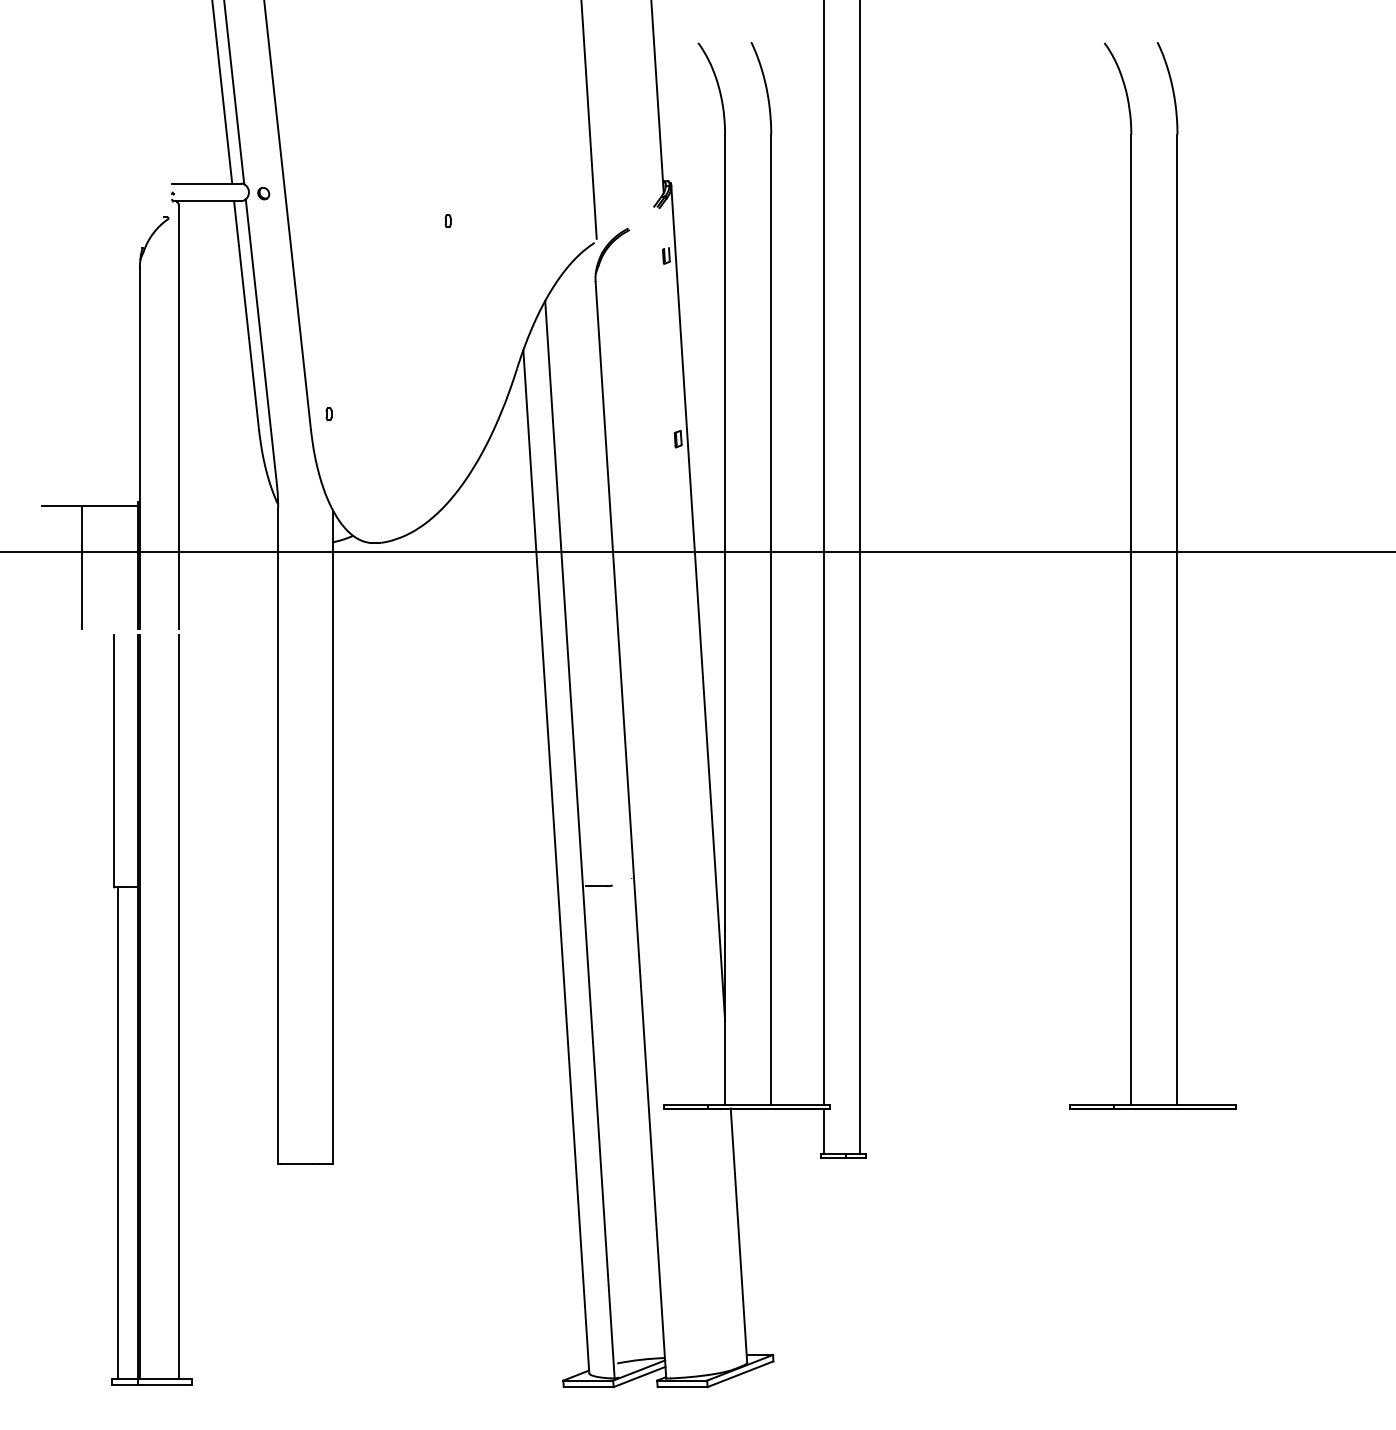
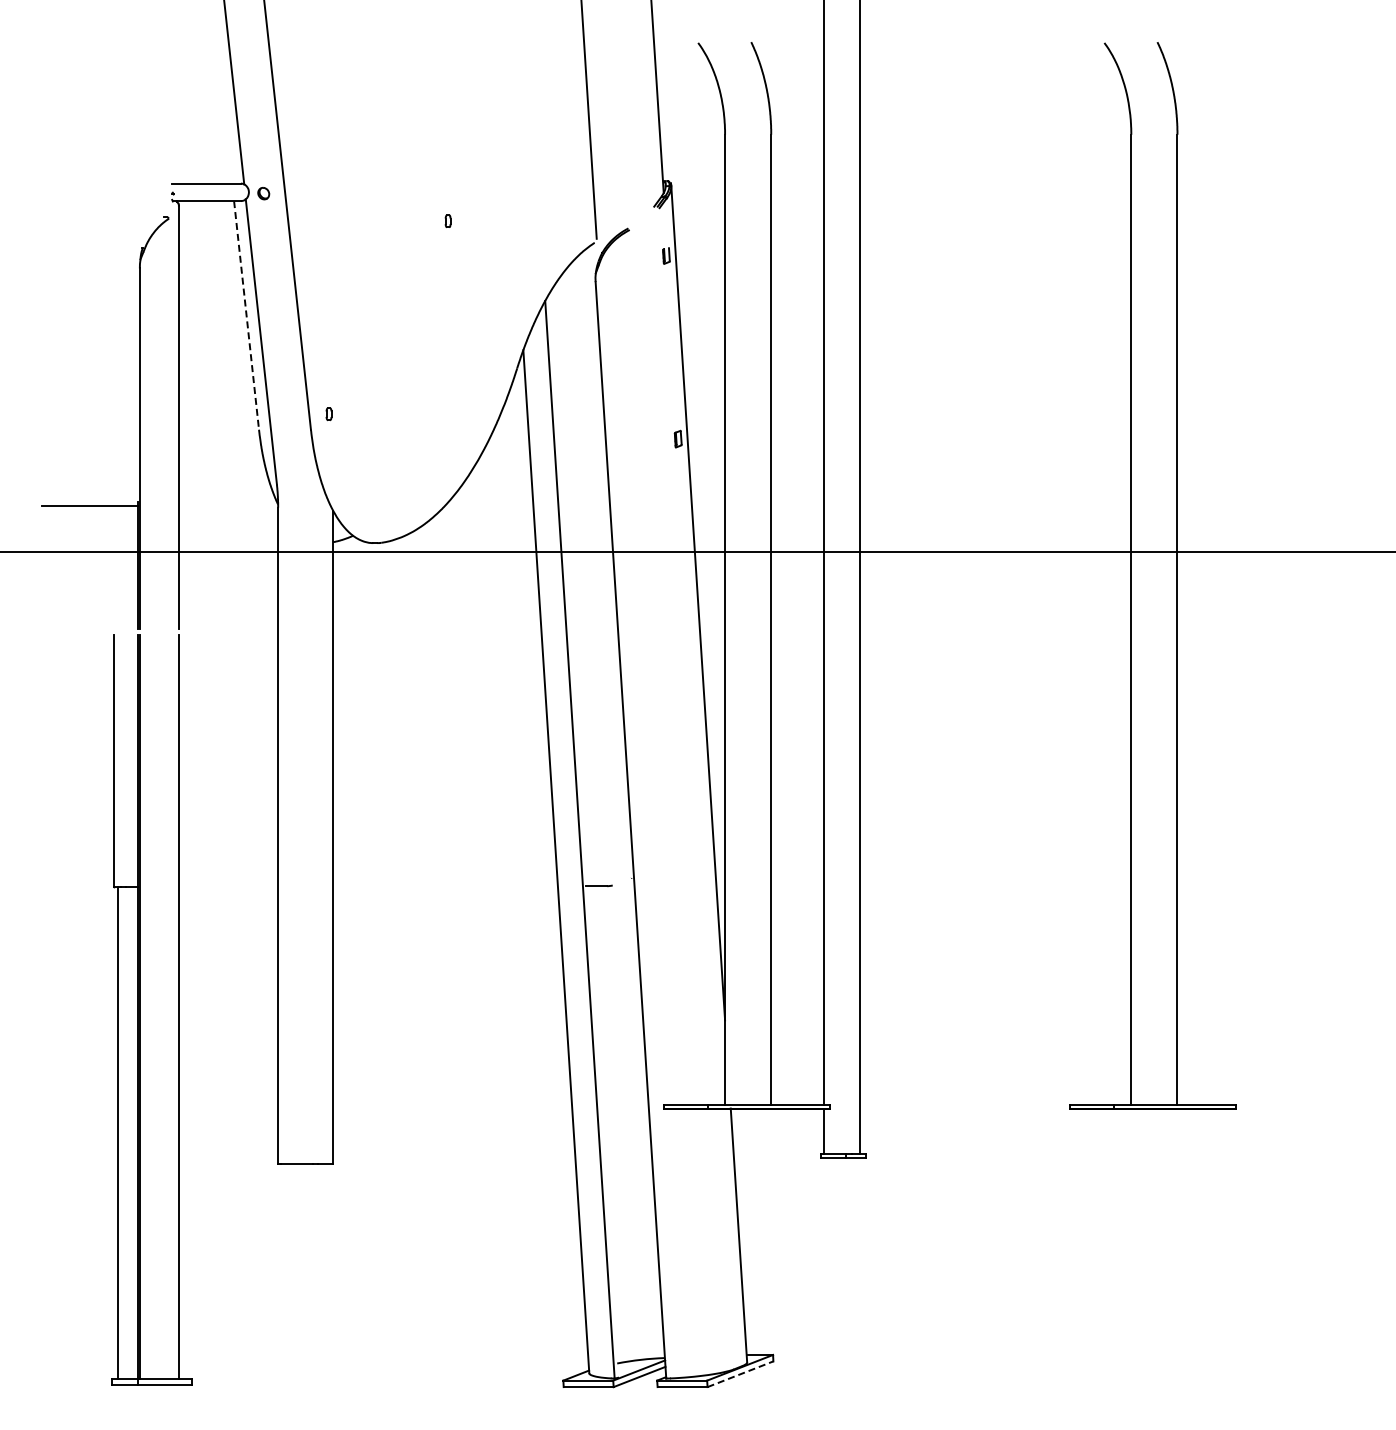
line at (222, 92): present -> none
line at (246, 315): solid -> dashed
line at (82, 567): present -> none
line at (740, 1374): solid -> dashed
